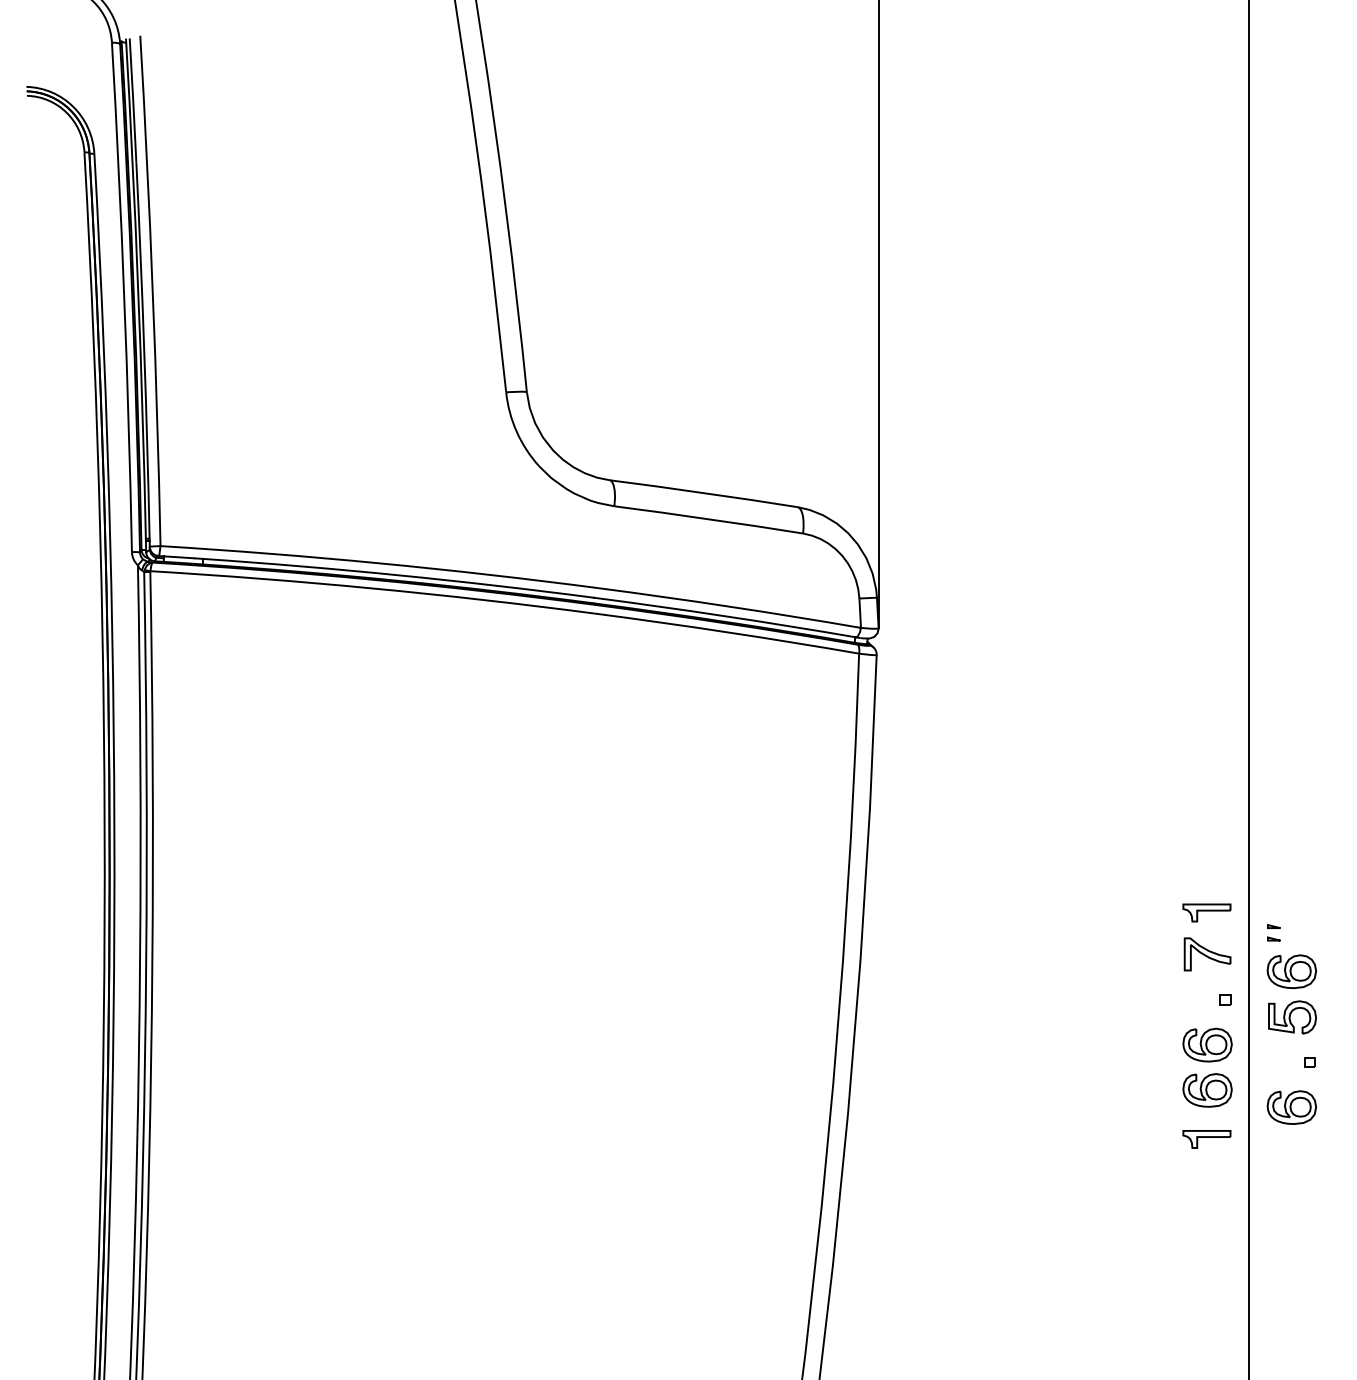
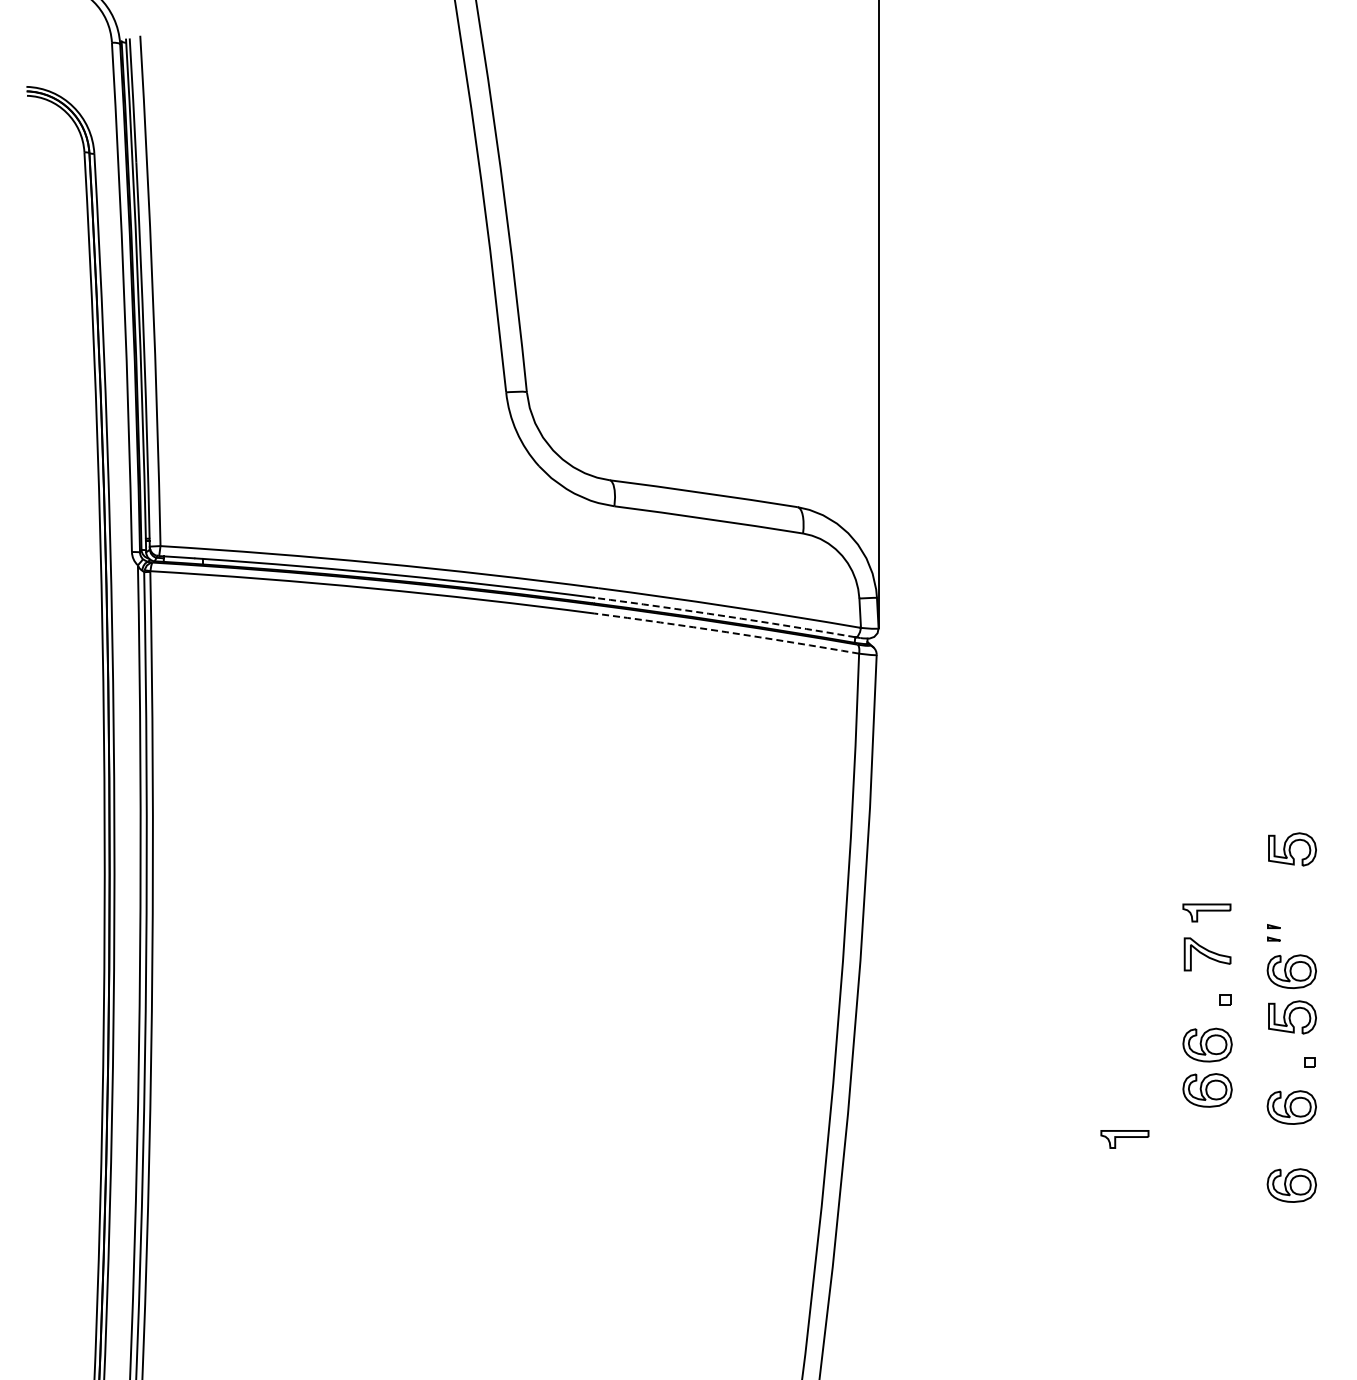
arc at (724, 616): solid -> dashed
arc at (726, 632): solid -> dashed
line at (1249, 689): present -> none
part at (1292, 849): none -> present
part at (1206, 1139) position: (1206, 1139) -> (1124, 1139)
part at (1291, 1185): none -> present
